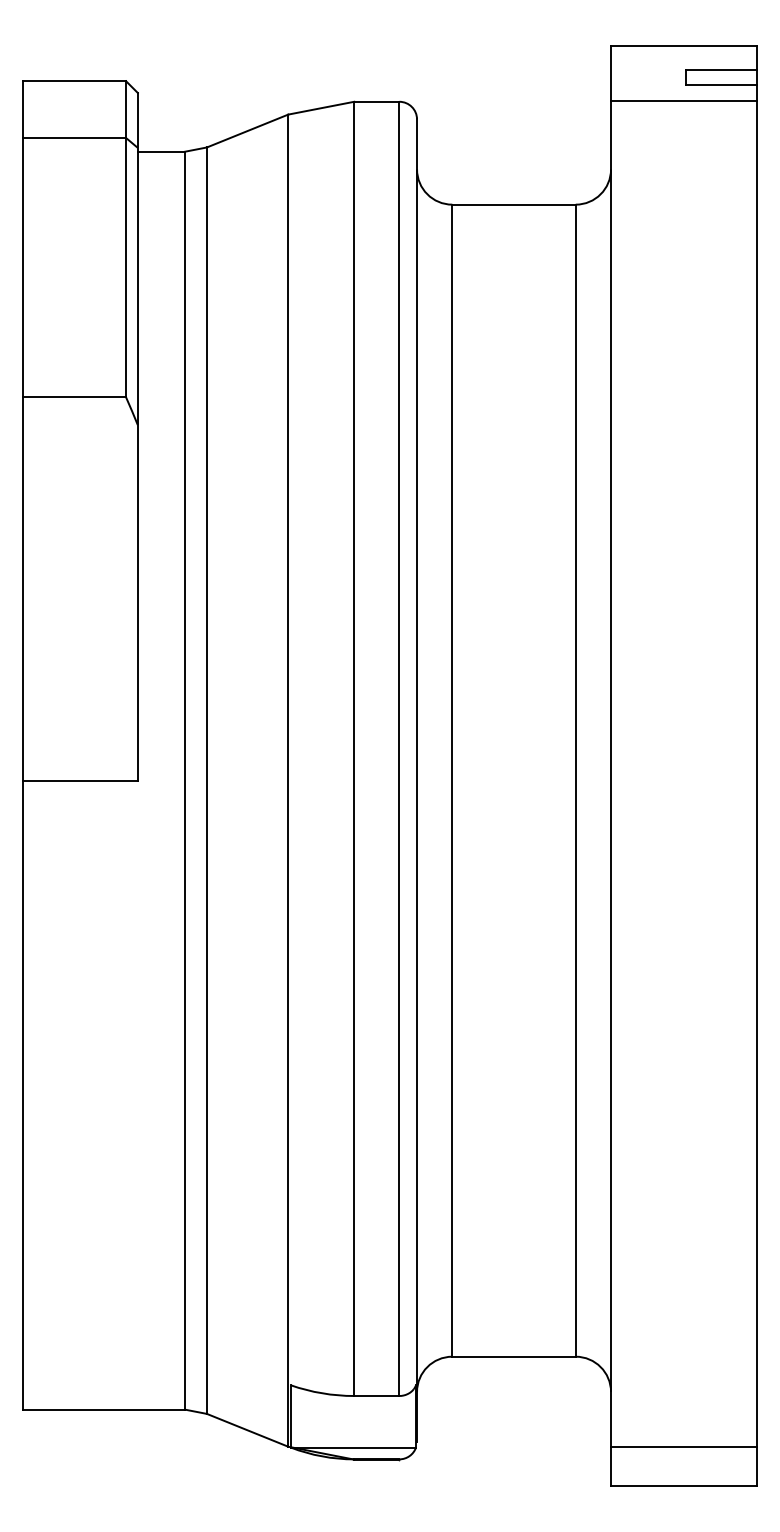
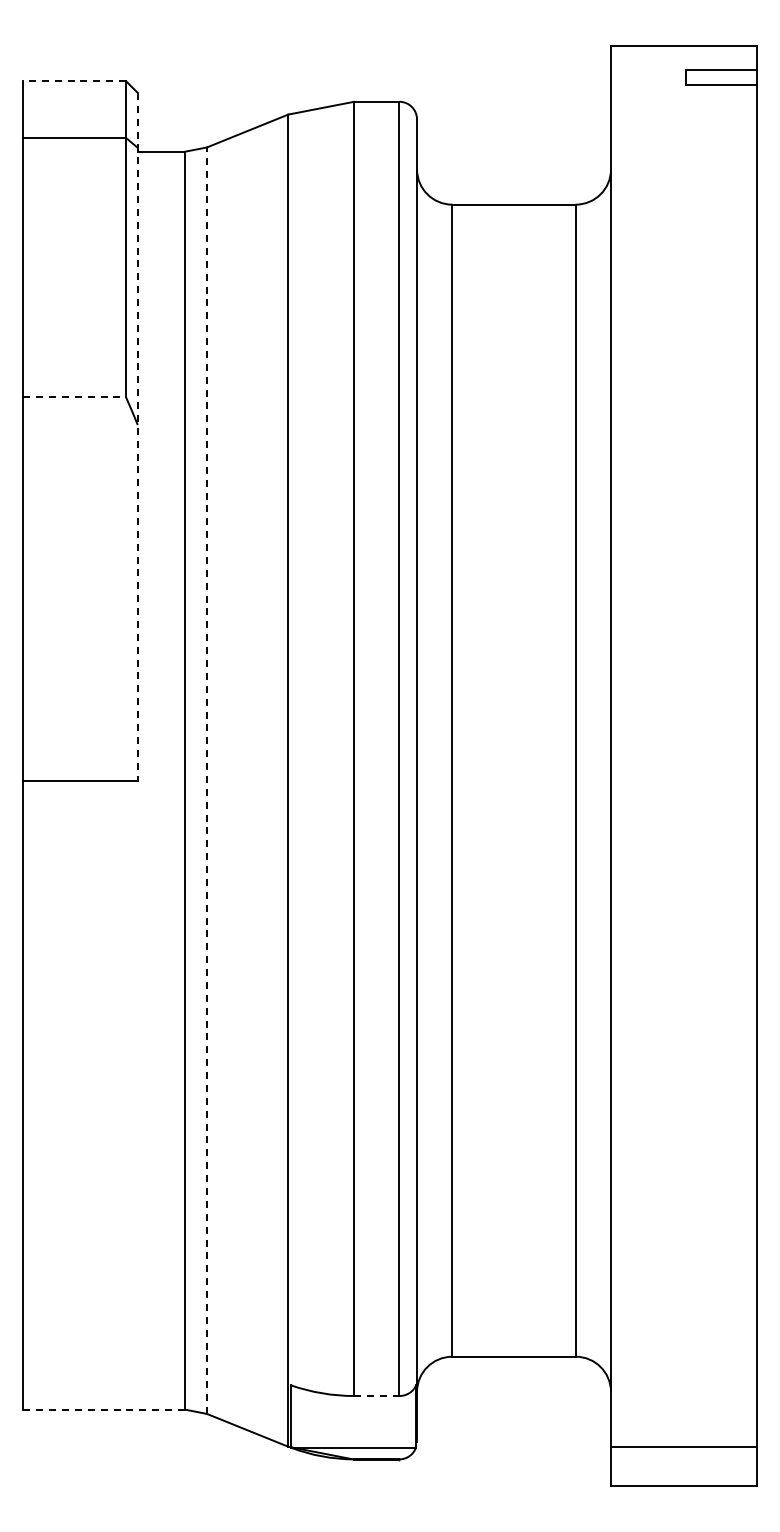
line at (74, 81): solid -> dashed
line at (683, 101): present -> none
line at (75, 397): solid -> dashed
line at (137, 436): solid -> dashed
line at (206, 780): solid -> dashed
line at (376, 1395): solid -> dashed
line at (104, 1409): solid -> dashed
